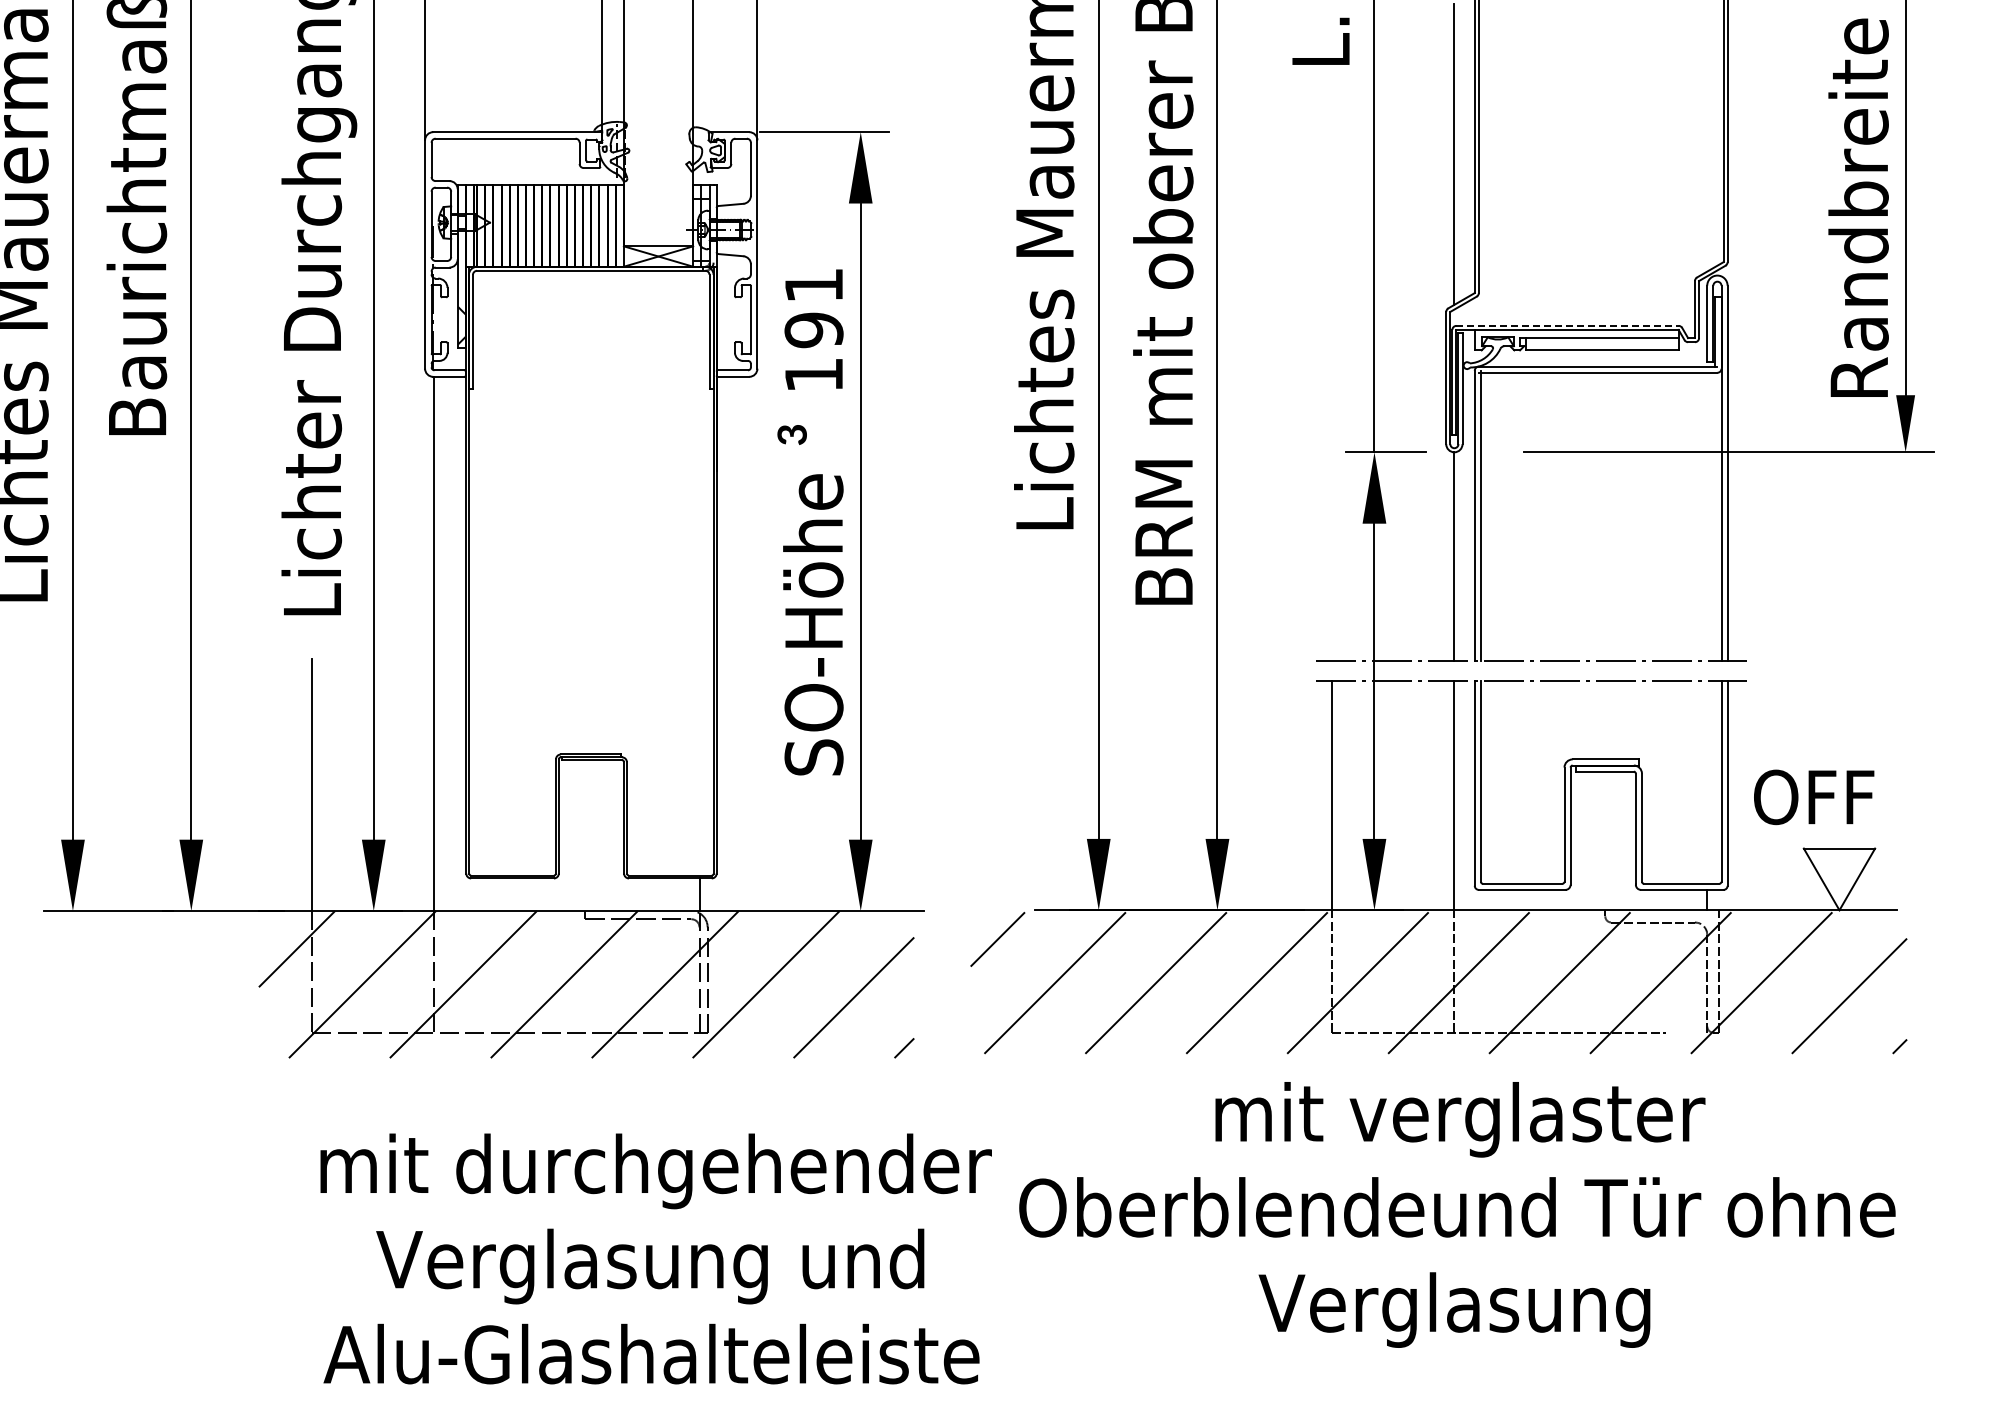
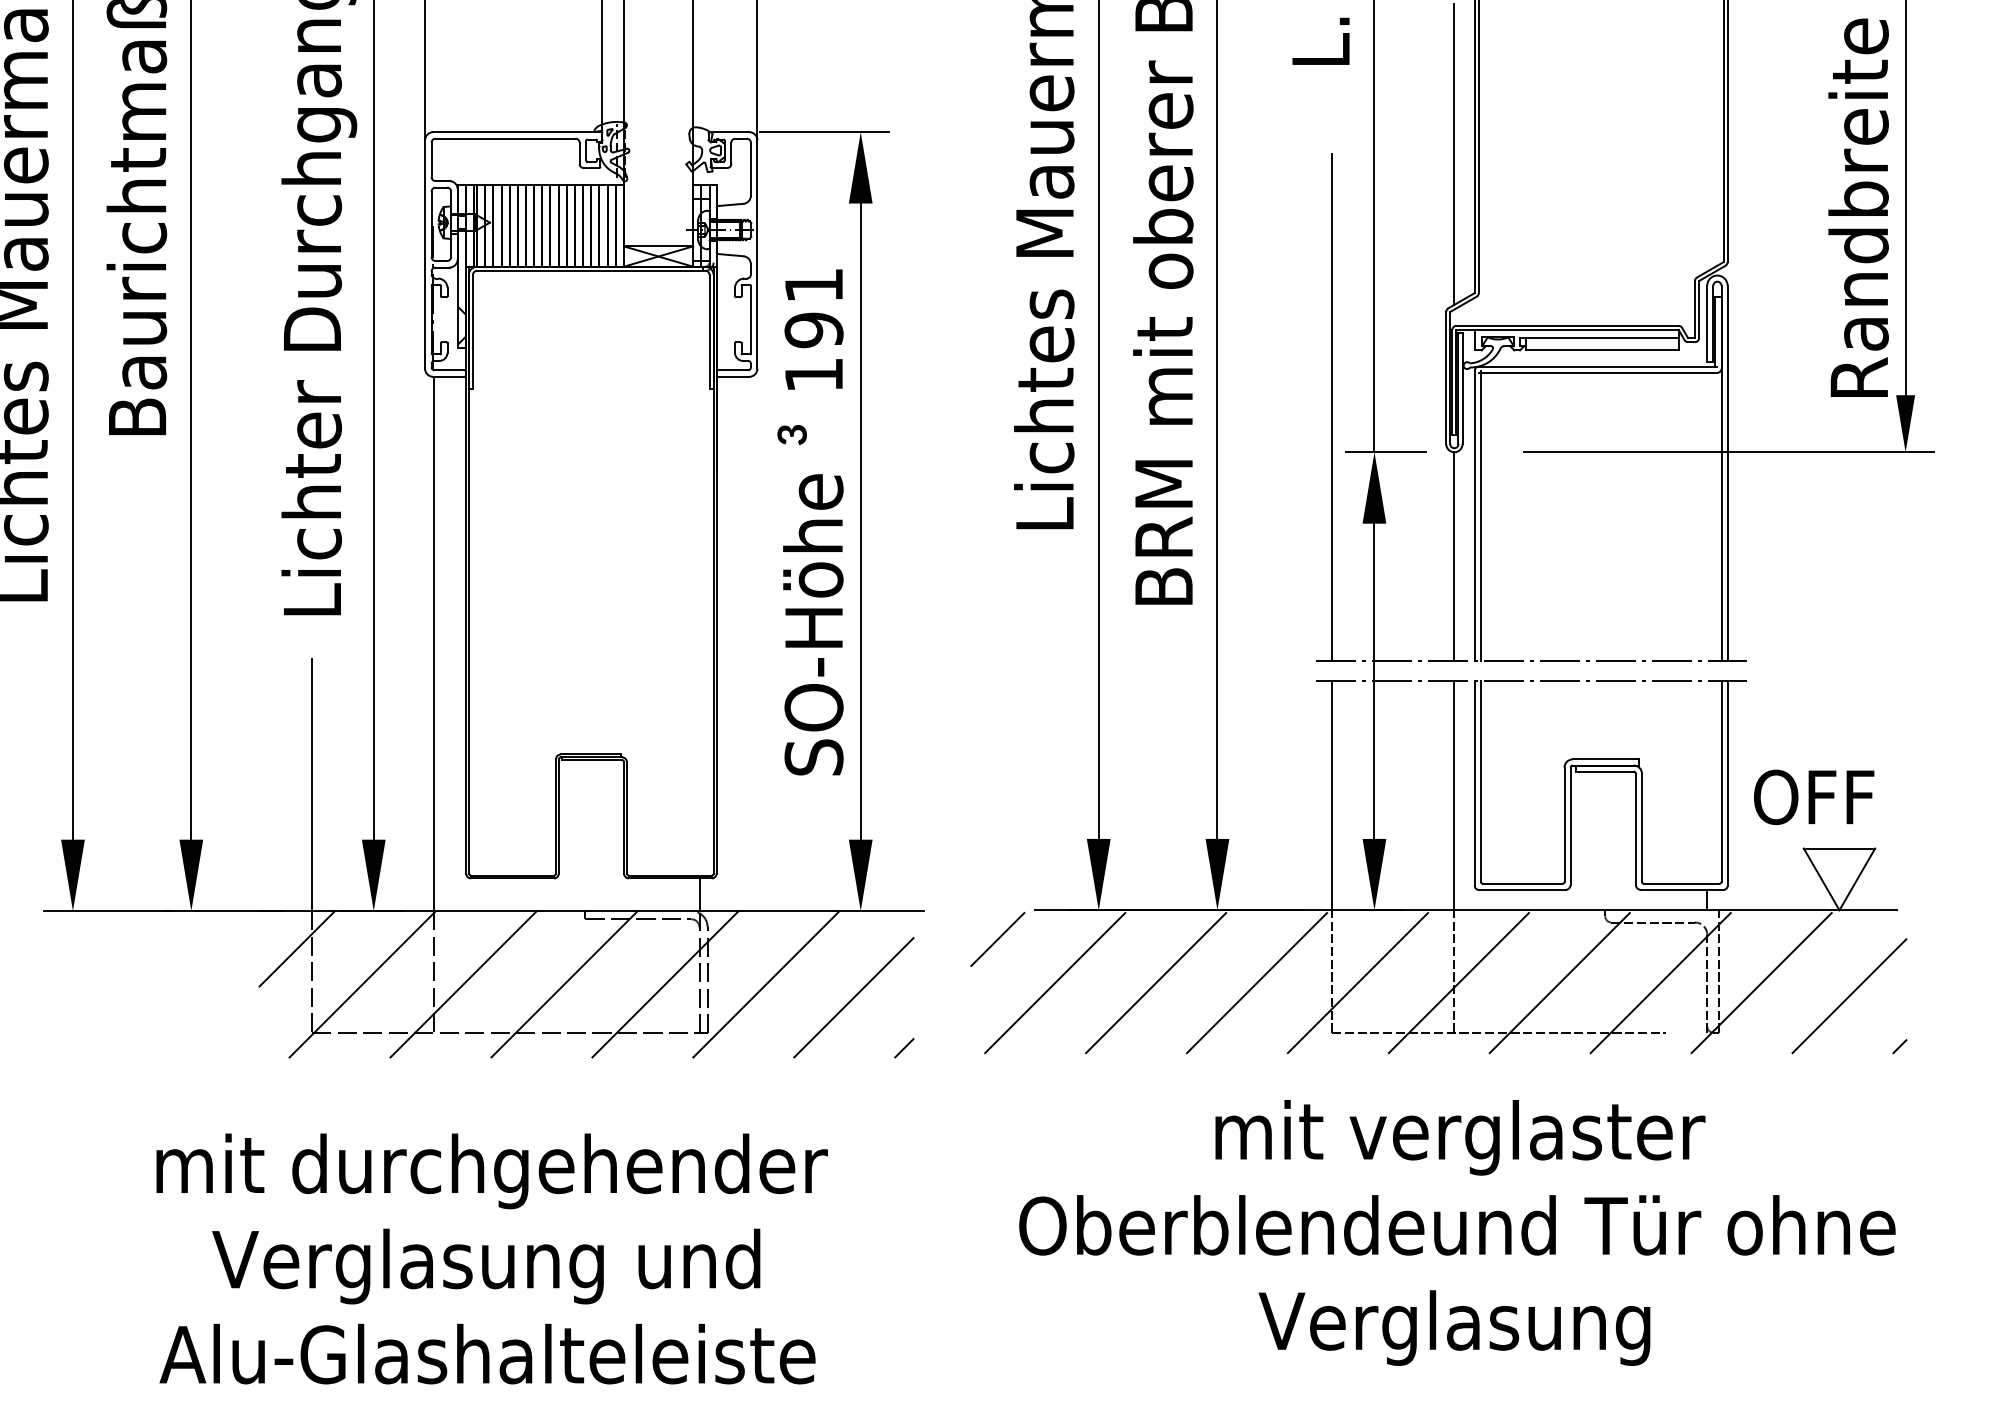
line at (1568, 325): dashed -> solid
line at (1332, 407): none -> present
text at (1457, 1214) position: (1457, 1214) -> (1457, 1232)
text at (655, 1258) position: (655, 1258) -> (491, 1258)
